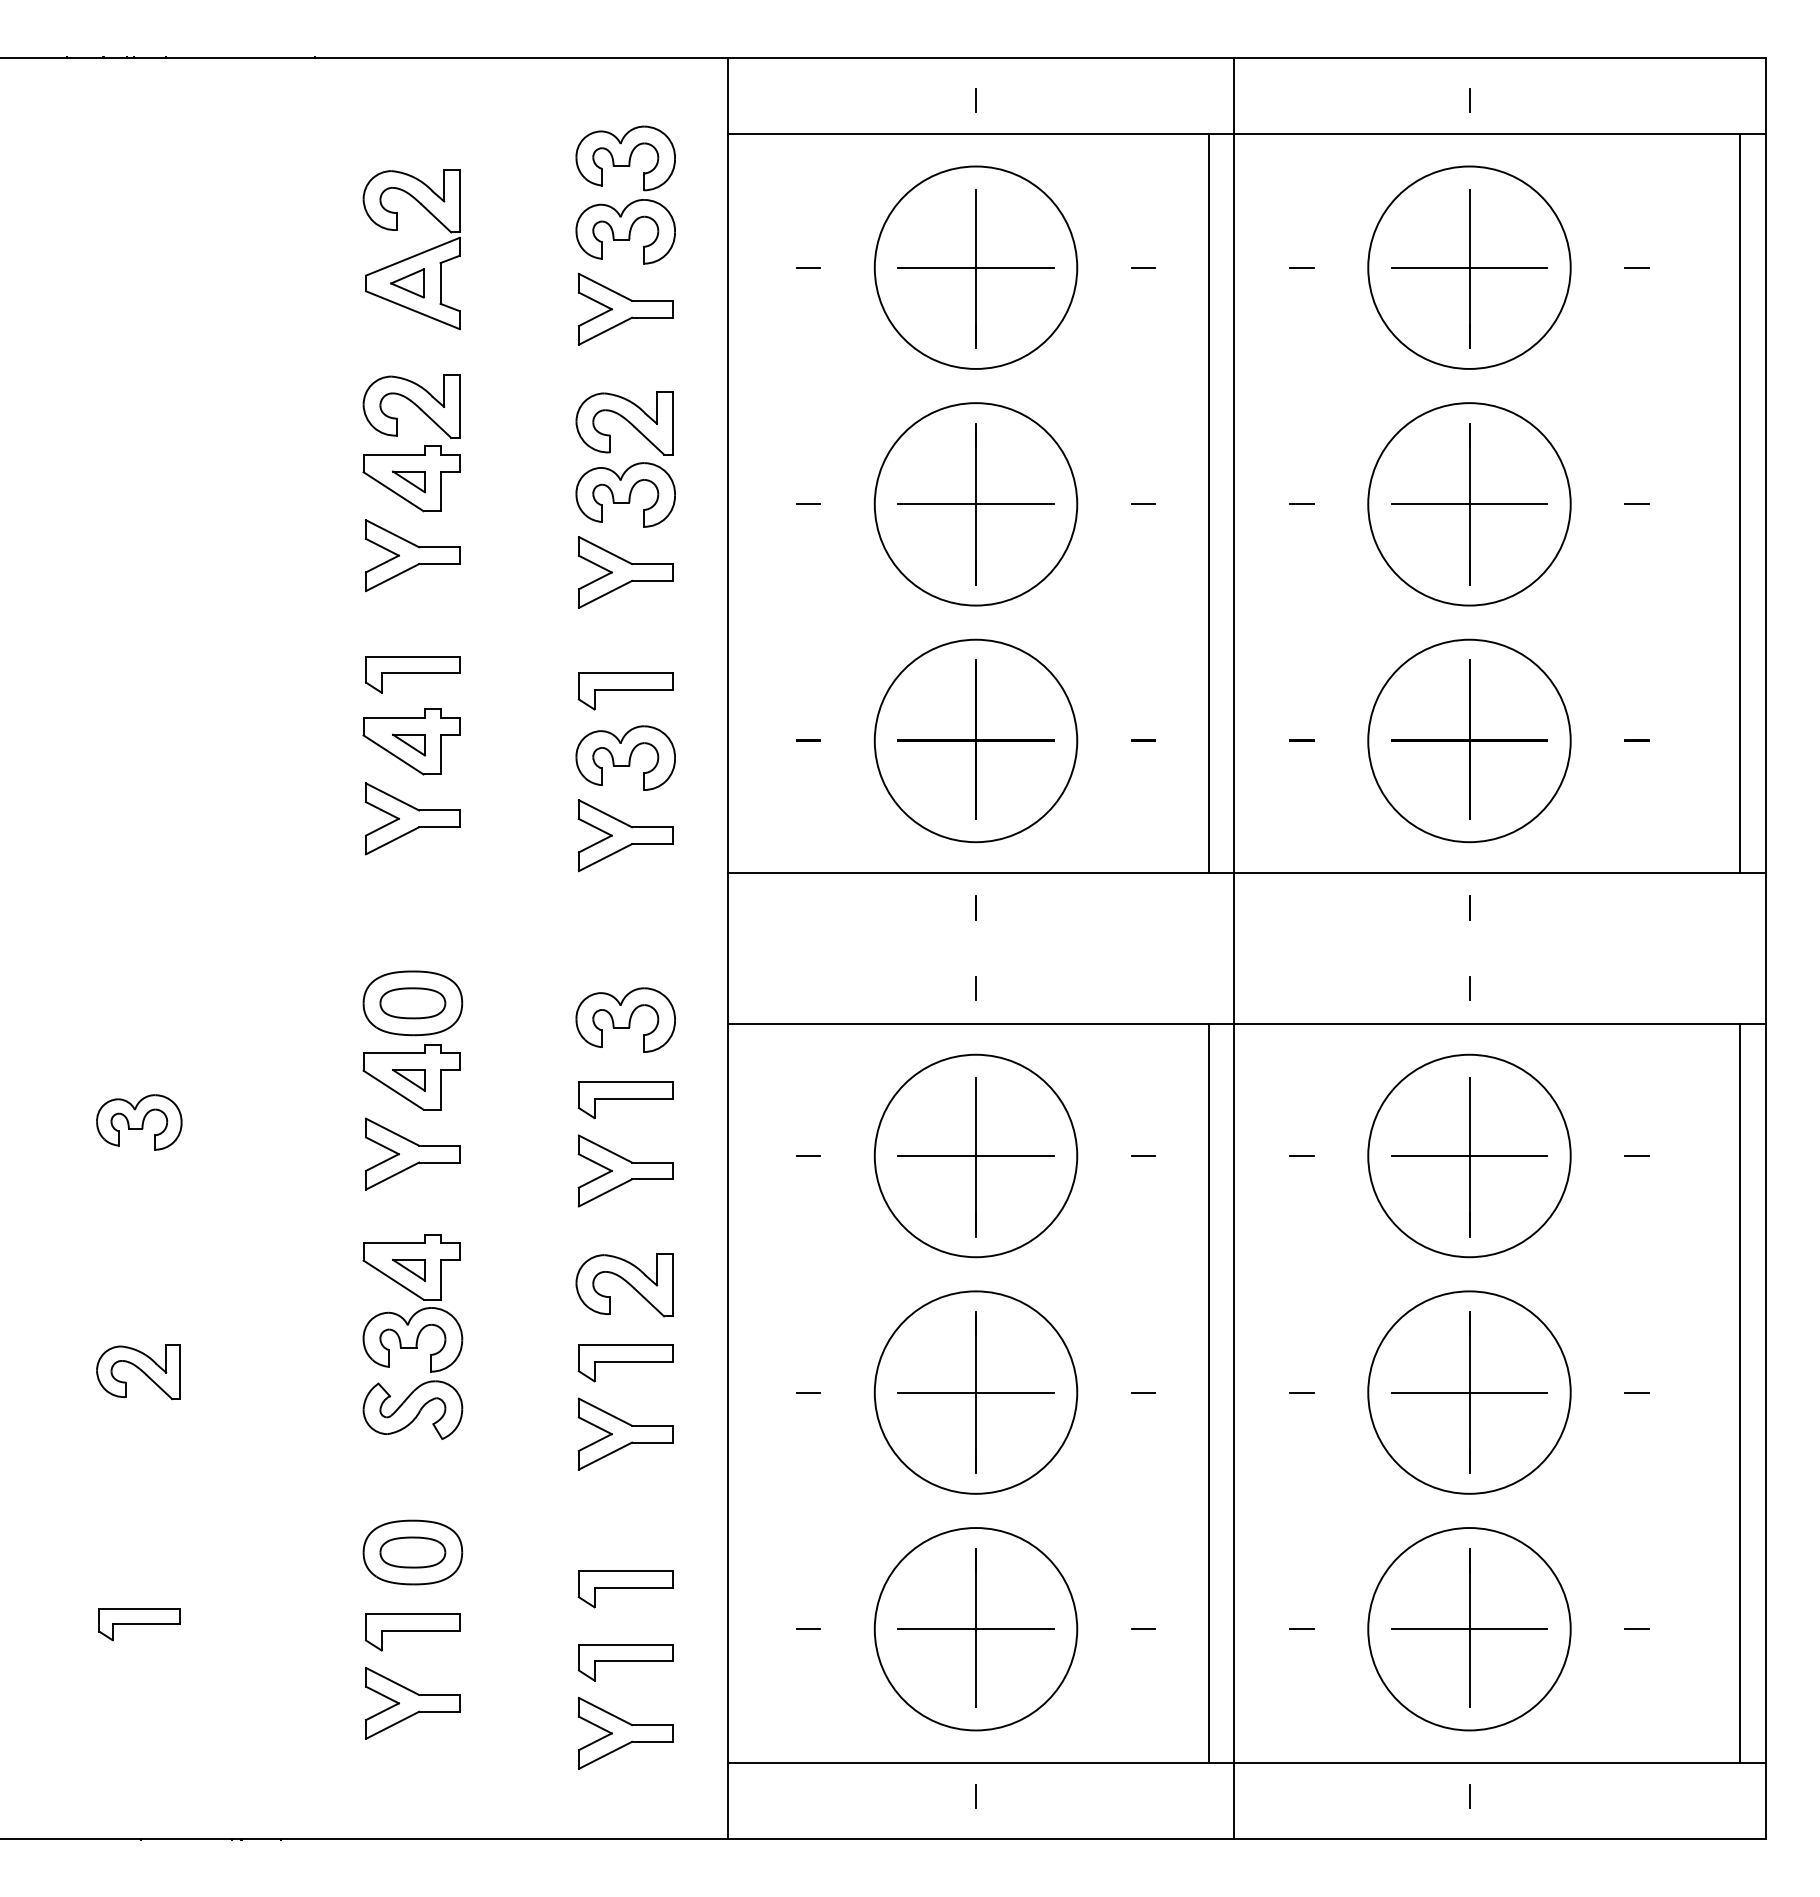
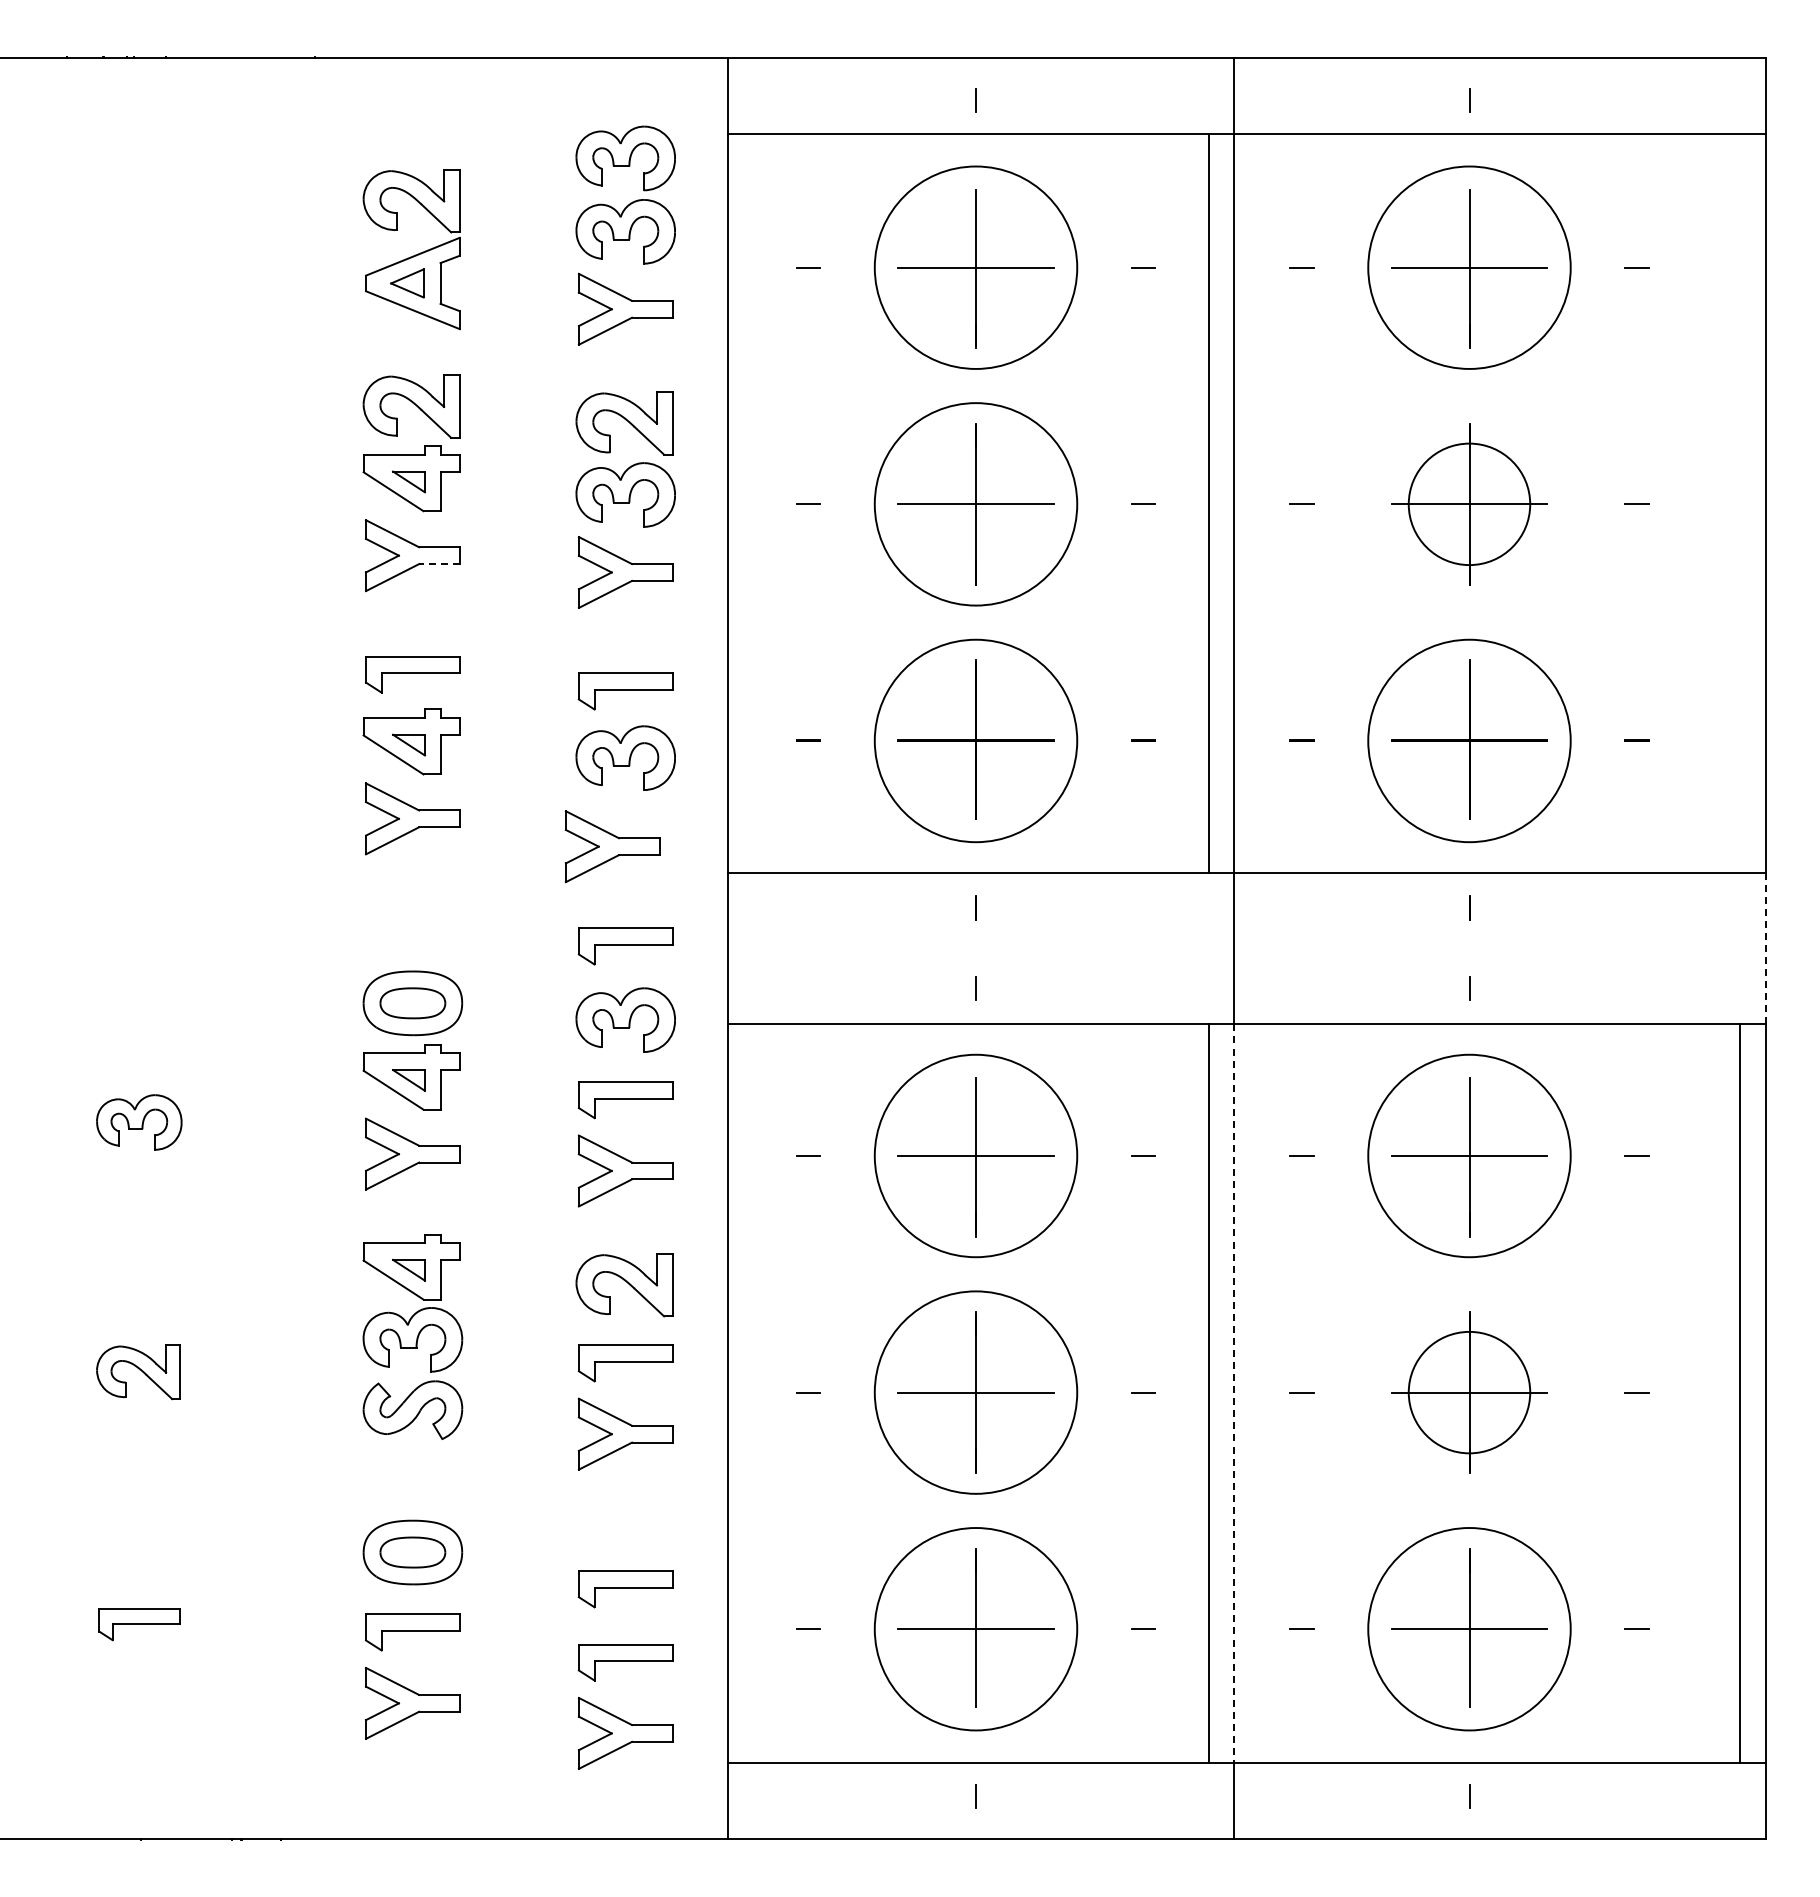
line at (1740, 502): present -> none
circle at (1469, 504) diameter: 202 px -> 121 px
line at (438, 564): solid -> dashed
part at (625, 835) position: (625, 835) -> (612, 846)
part at (625, 946): none -> present
line at (1765, 948): solid -> dashed
circle at (1469, 1392) diameter: 202 px -> 121 px
line at (1234, 1394): solid -> dashed
